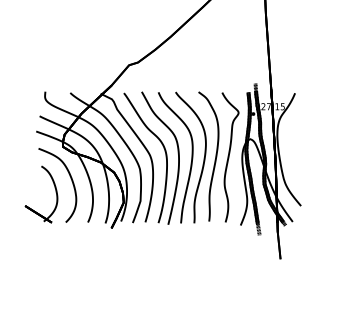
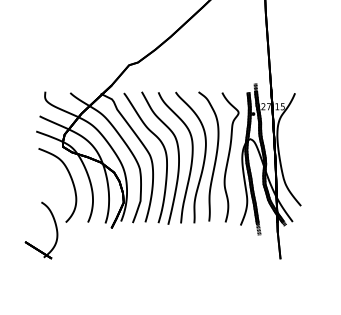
part at (55, 192) position: (55, 192) -> (55, 228)
